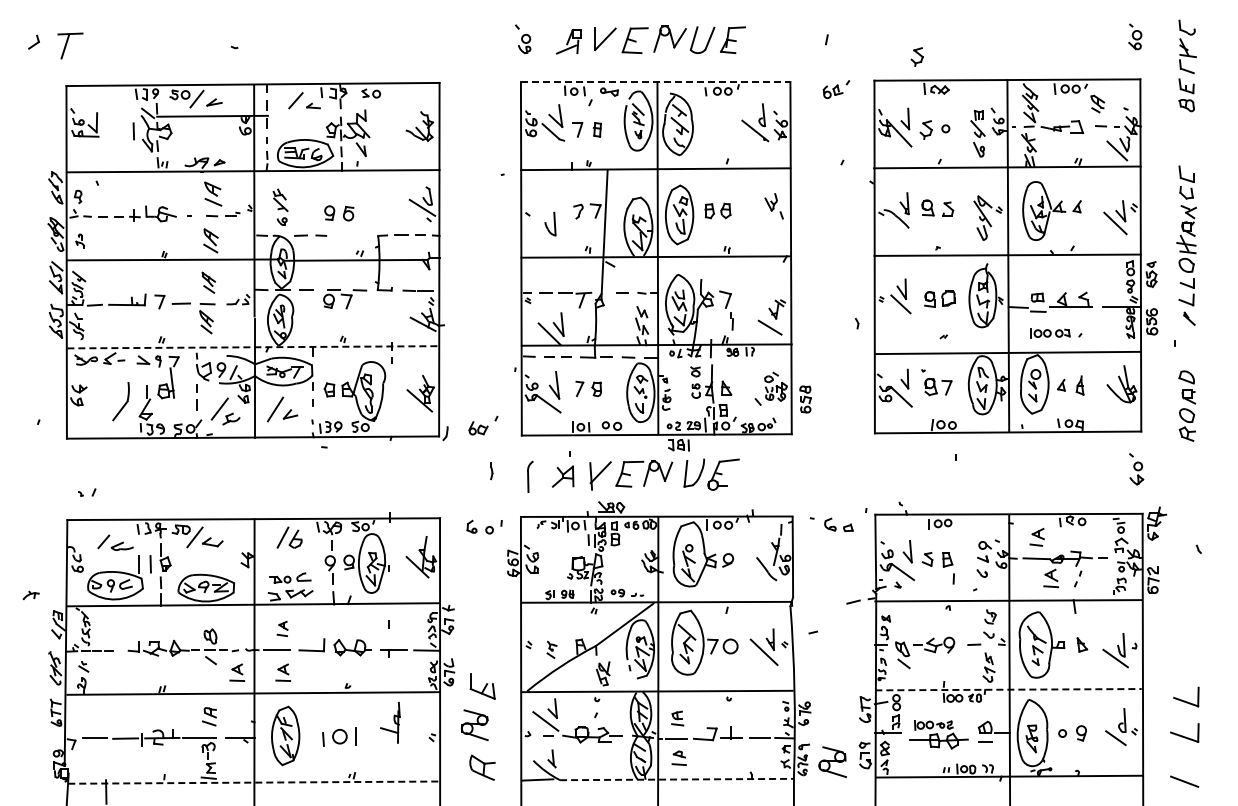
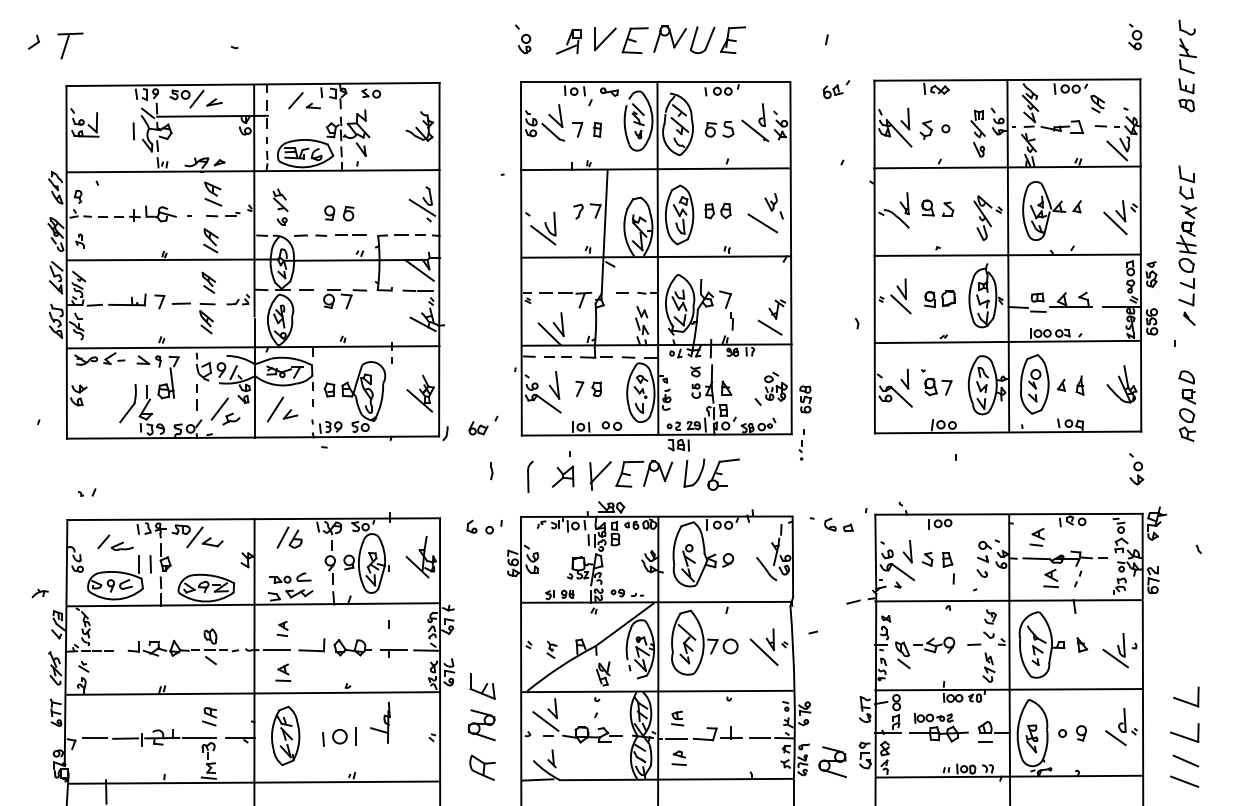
part at (916, 56): present -> none
line at (655, 82): dashed -> solid
part at (719, 129): none -> present
line at (762, 223): none -> present
line at (352, 234): none -> present
line at (543, 235): none -> present
line at (419, 270): none -> present
line at (253, 347): dashed -> solid
line at (1007, 352) position: (1007, 352) -> (1007, 341)
part at (120, 401) position: (120, 401) -> (127, 403)
part at (801, 444): none -> present
part at (30, 595) position: (30, 595) -> (39, 593)
part at (237, 672): present -> none
line at (1009, 689): dashed -> solid
part at (390, 722) position: (390, 722) -> (380, 722)
part at (474, 725) position: (474, 725) -> (481, 725)
part at (938, 734) position: (938, 734) -> (938, 727)
line at (1185, 760): none -> present
line at (676, 779): dashed -> solid
line at (253, 782): dashed -> solid
